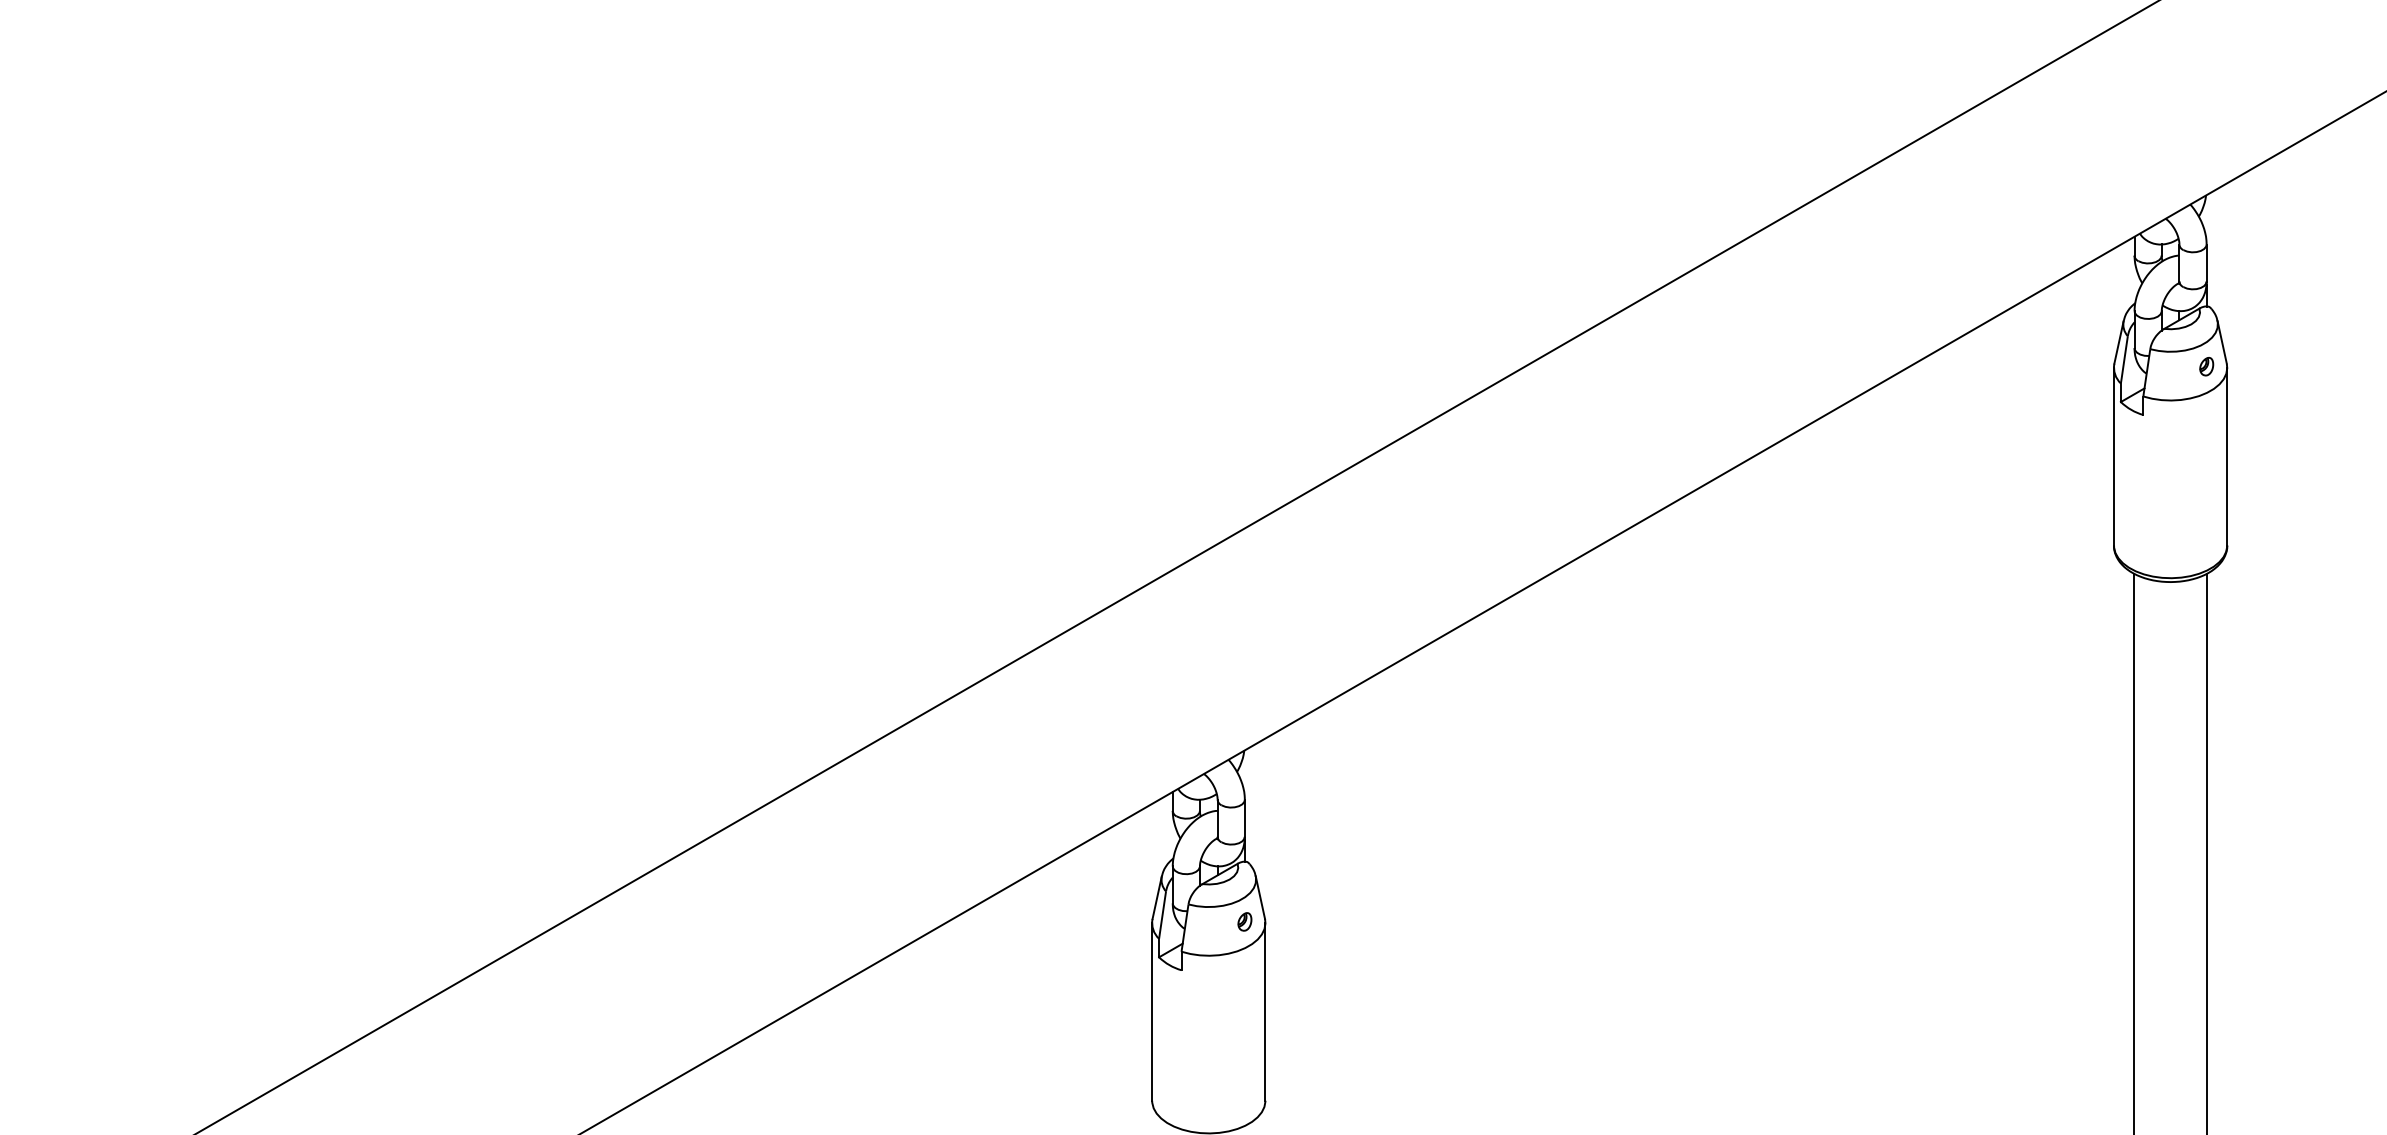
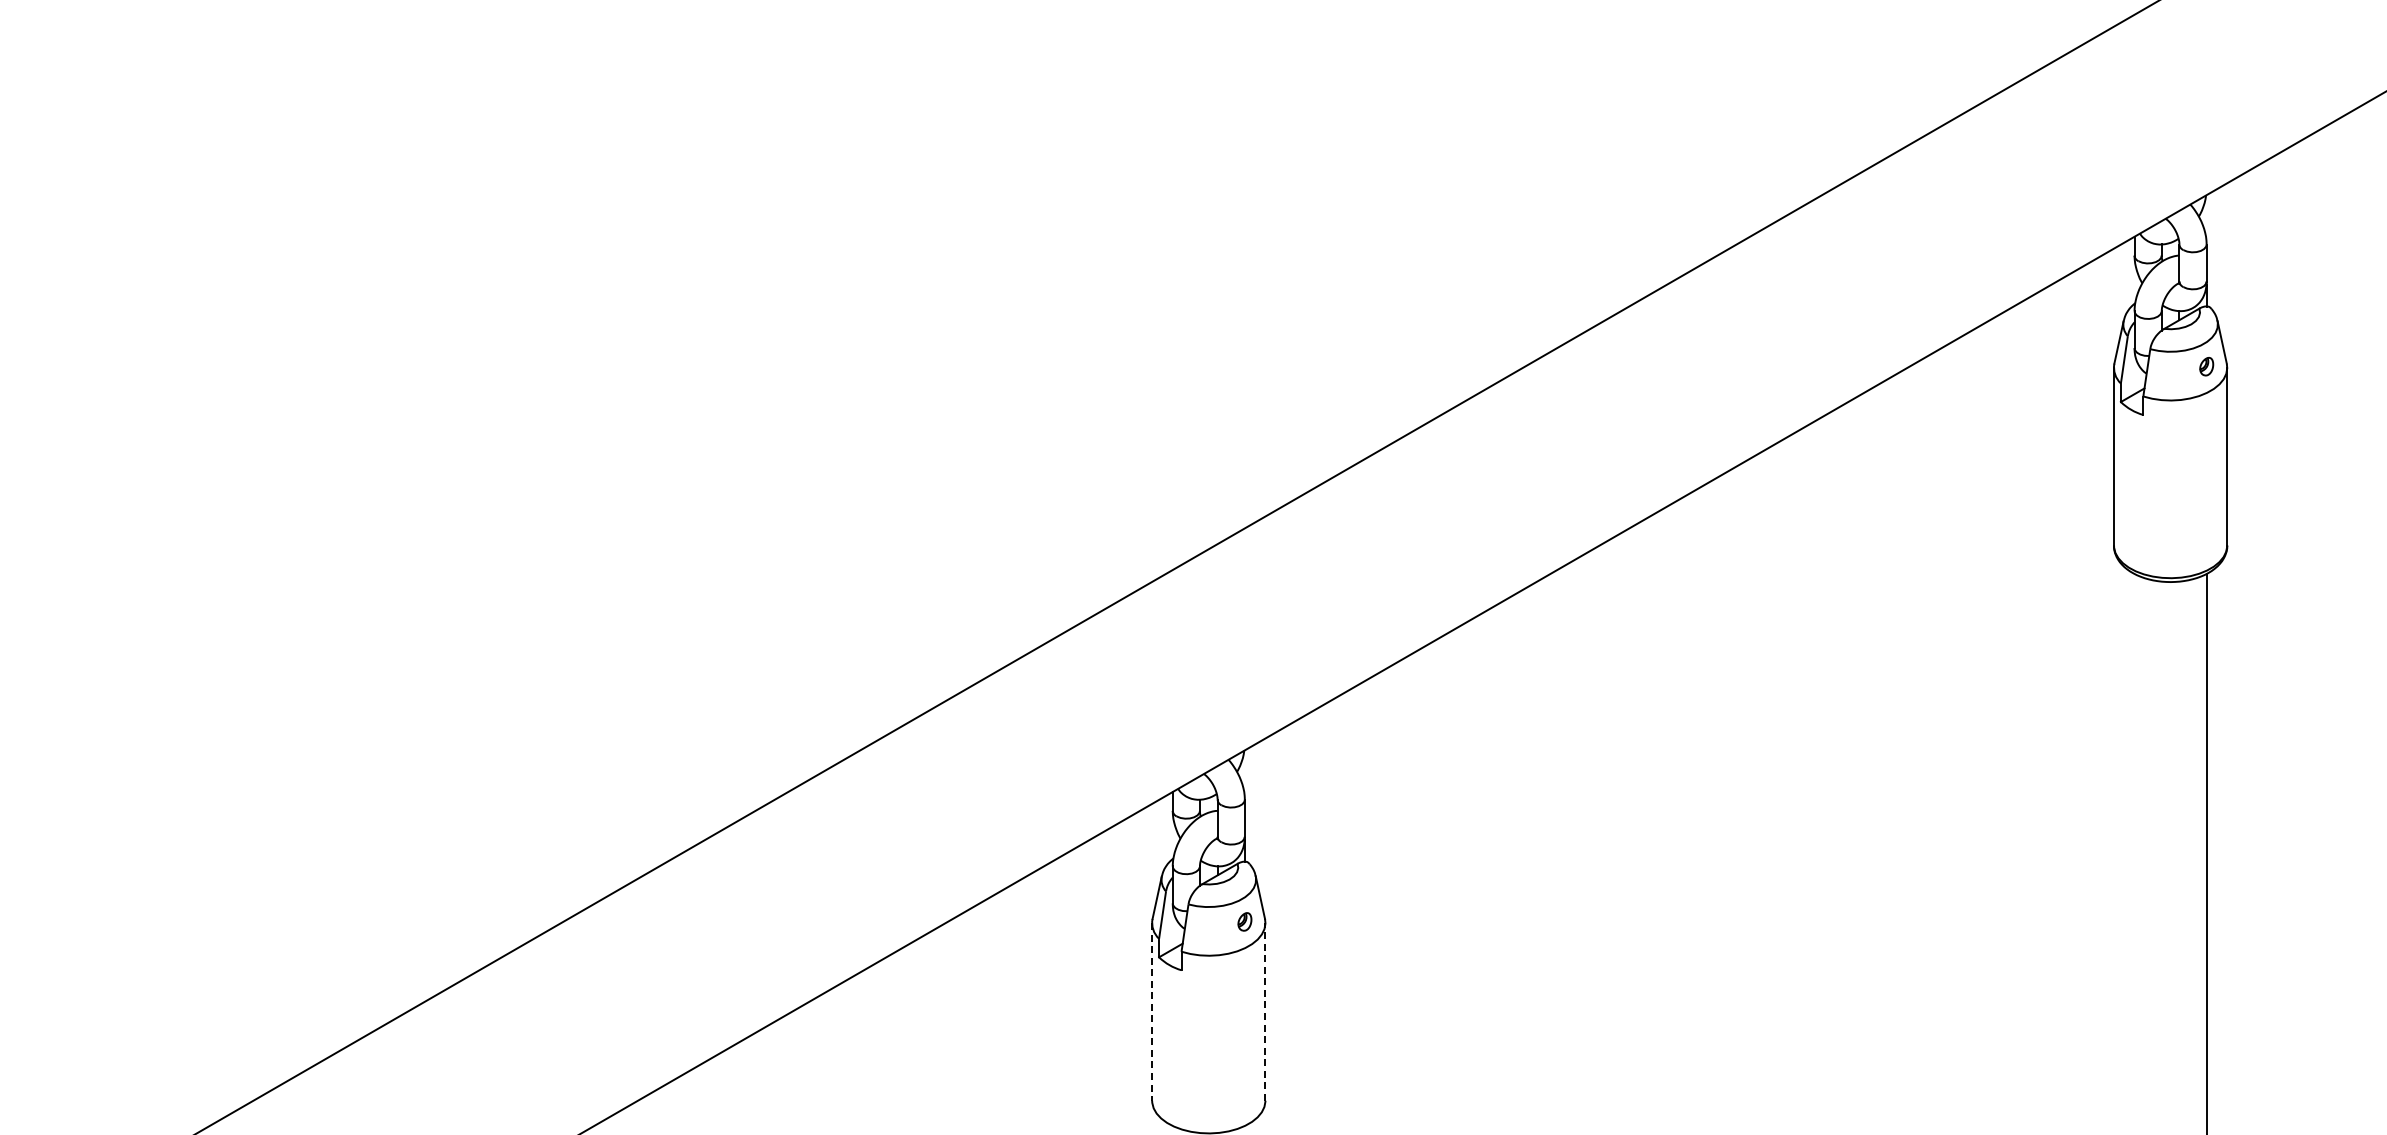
line at (2134, 852): present -> none
line at (1152, 1011): solid -> dashed
line at (1265, 1011): solid -> dashed
